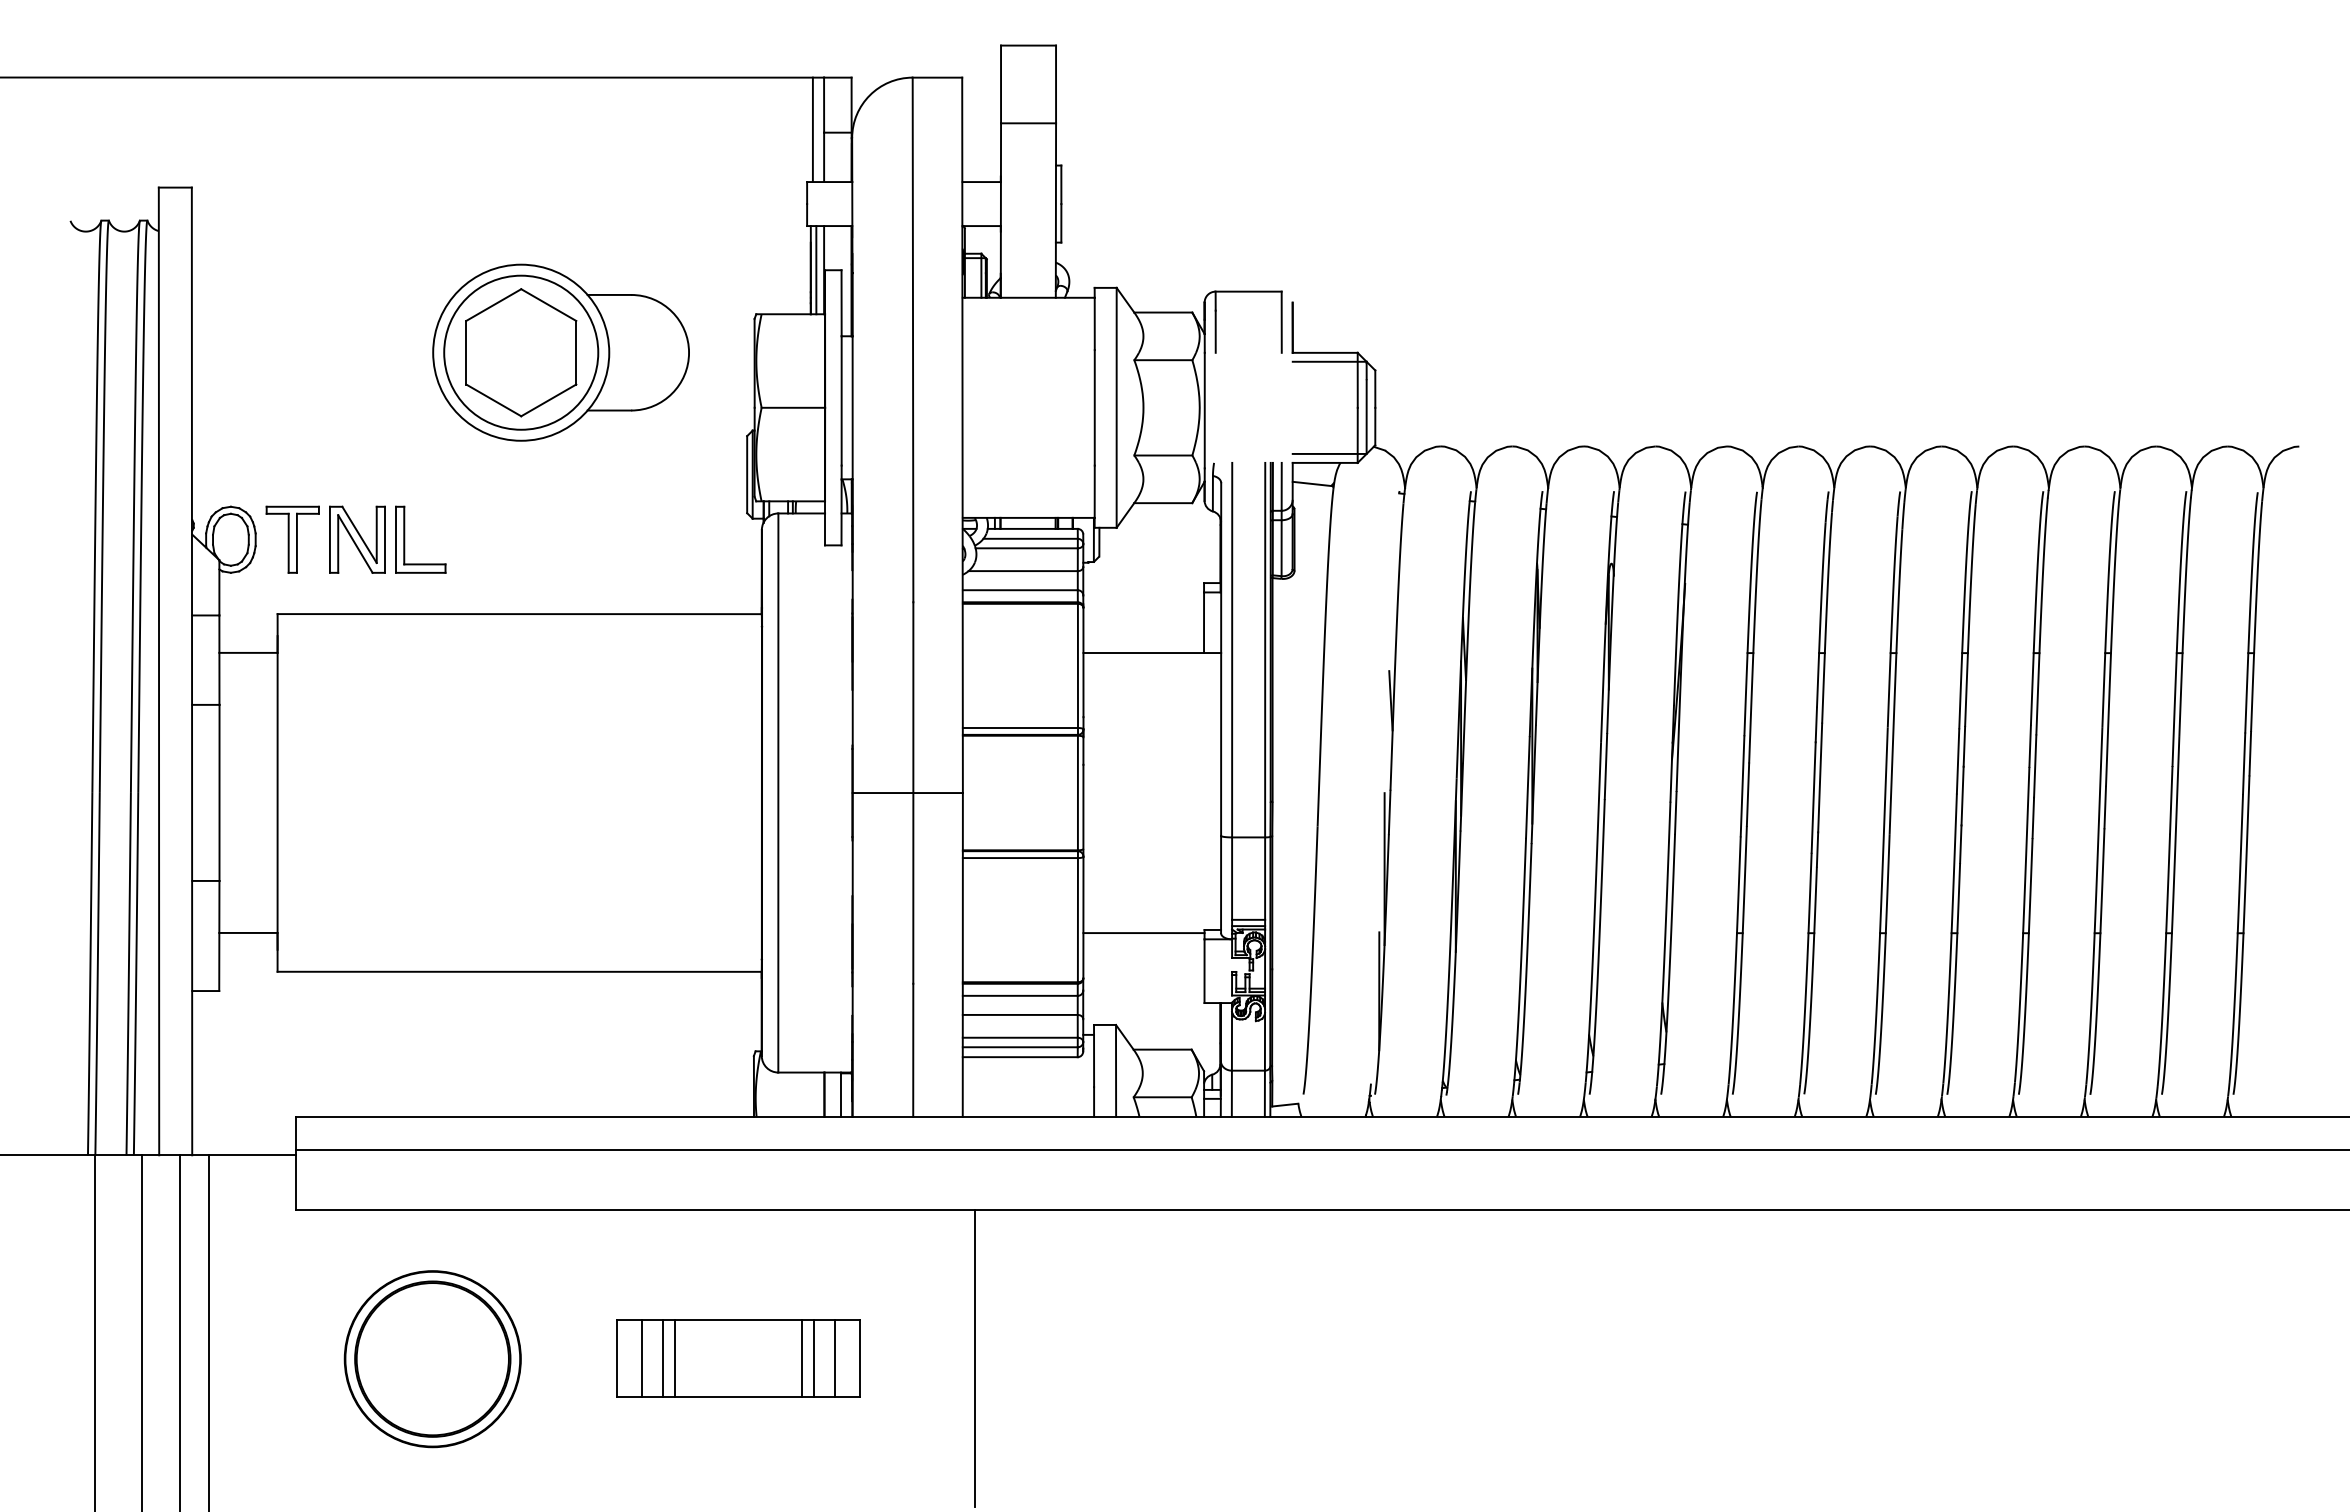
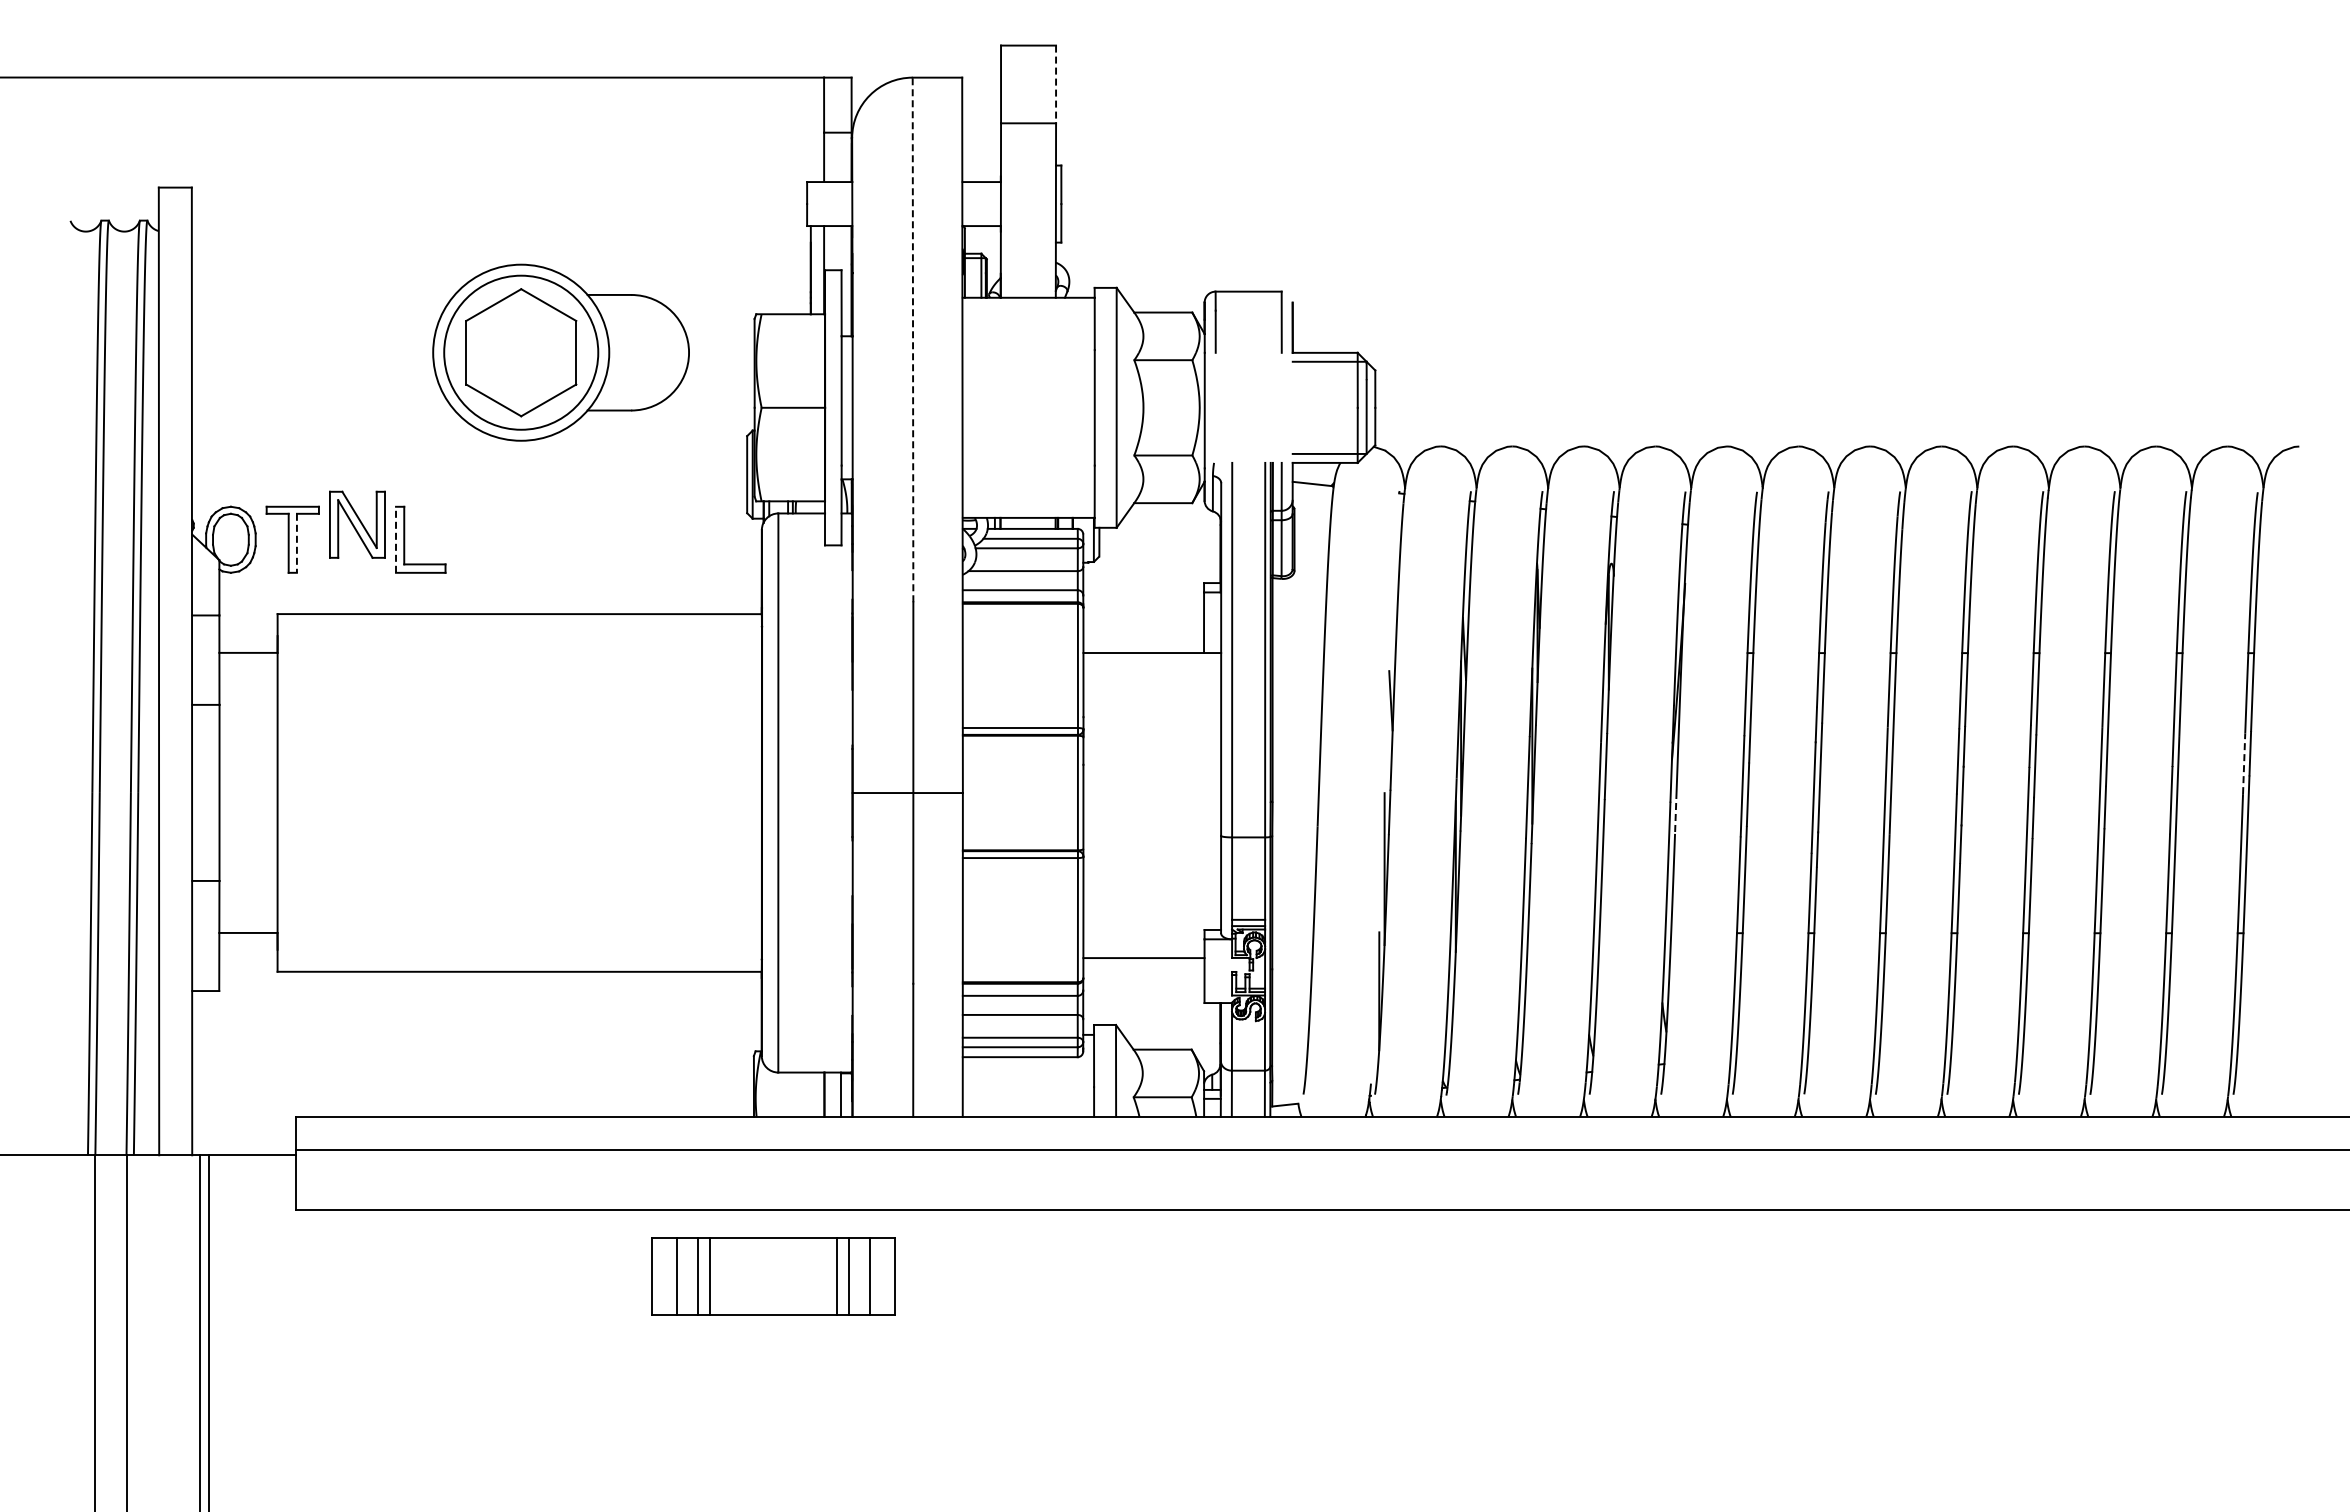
line at (1056, 84): solid -> dashed
line at (812, 129): present -> none
line at (816, 270): present -> none
line at (913, 339): solid -> dashed
part at (357, 539) position: (357, 539) -> (357, 524)
line at (396, 539): solid -> dashed
line at (296, 543): solid -> dashed
line at (2244, 763): solid -> dashed
line at (1675, 812): solid -> dashed
line at (1143, 933) position: (1143, 933) -> (1143, 958)
line at (142, 1331) position: (142, 1331) -> (127, 1331)
line at (180, 1331) position: (180, 1331) -> (200, 1331)
part at (738, 1358) position: (738, 1358) -> (773, 1276)
line at (975, 1358): present -> none
part at (432, 1359): present -> none
